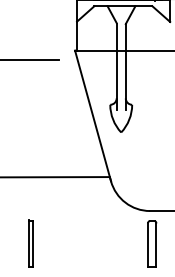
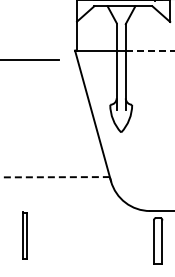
line at (150, 50): solid -> dashed
line at (55, 177): solid -> dashed
part at (30, 243) position: (30, 243) -> (24, 235)
part at (152, 243) position: (152, 243) -> (158, 240)
